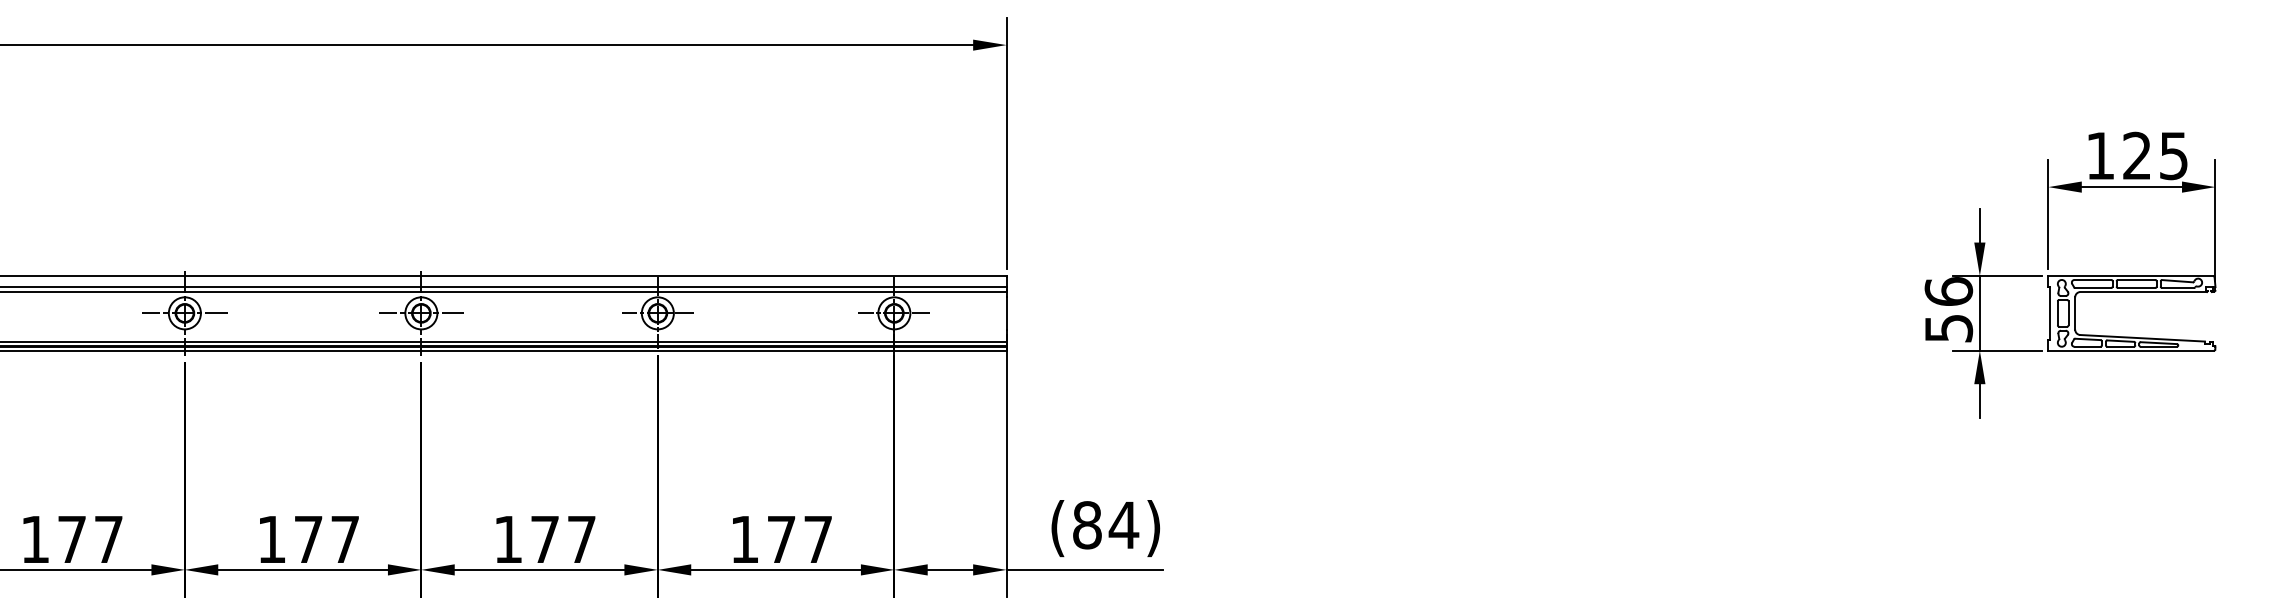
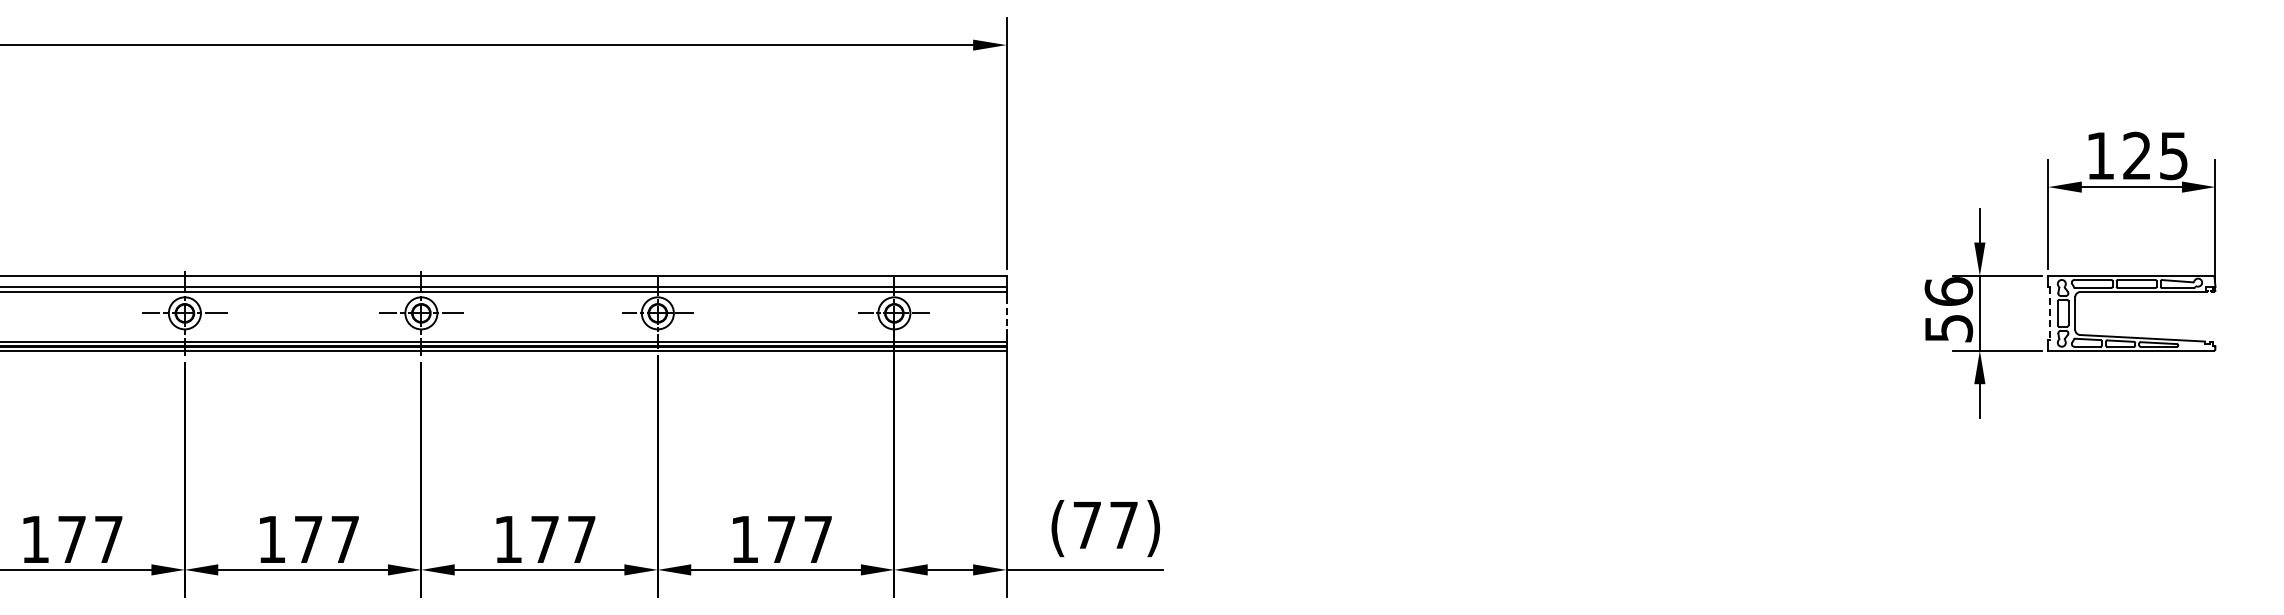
line at (2049, 313): solid -> dashed
line at (1006, 314): solid -> dashed
text at (1106, 525): (84) -> (77)
